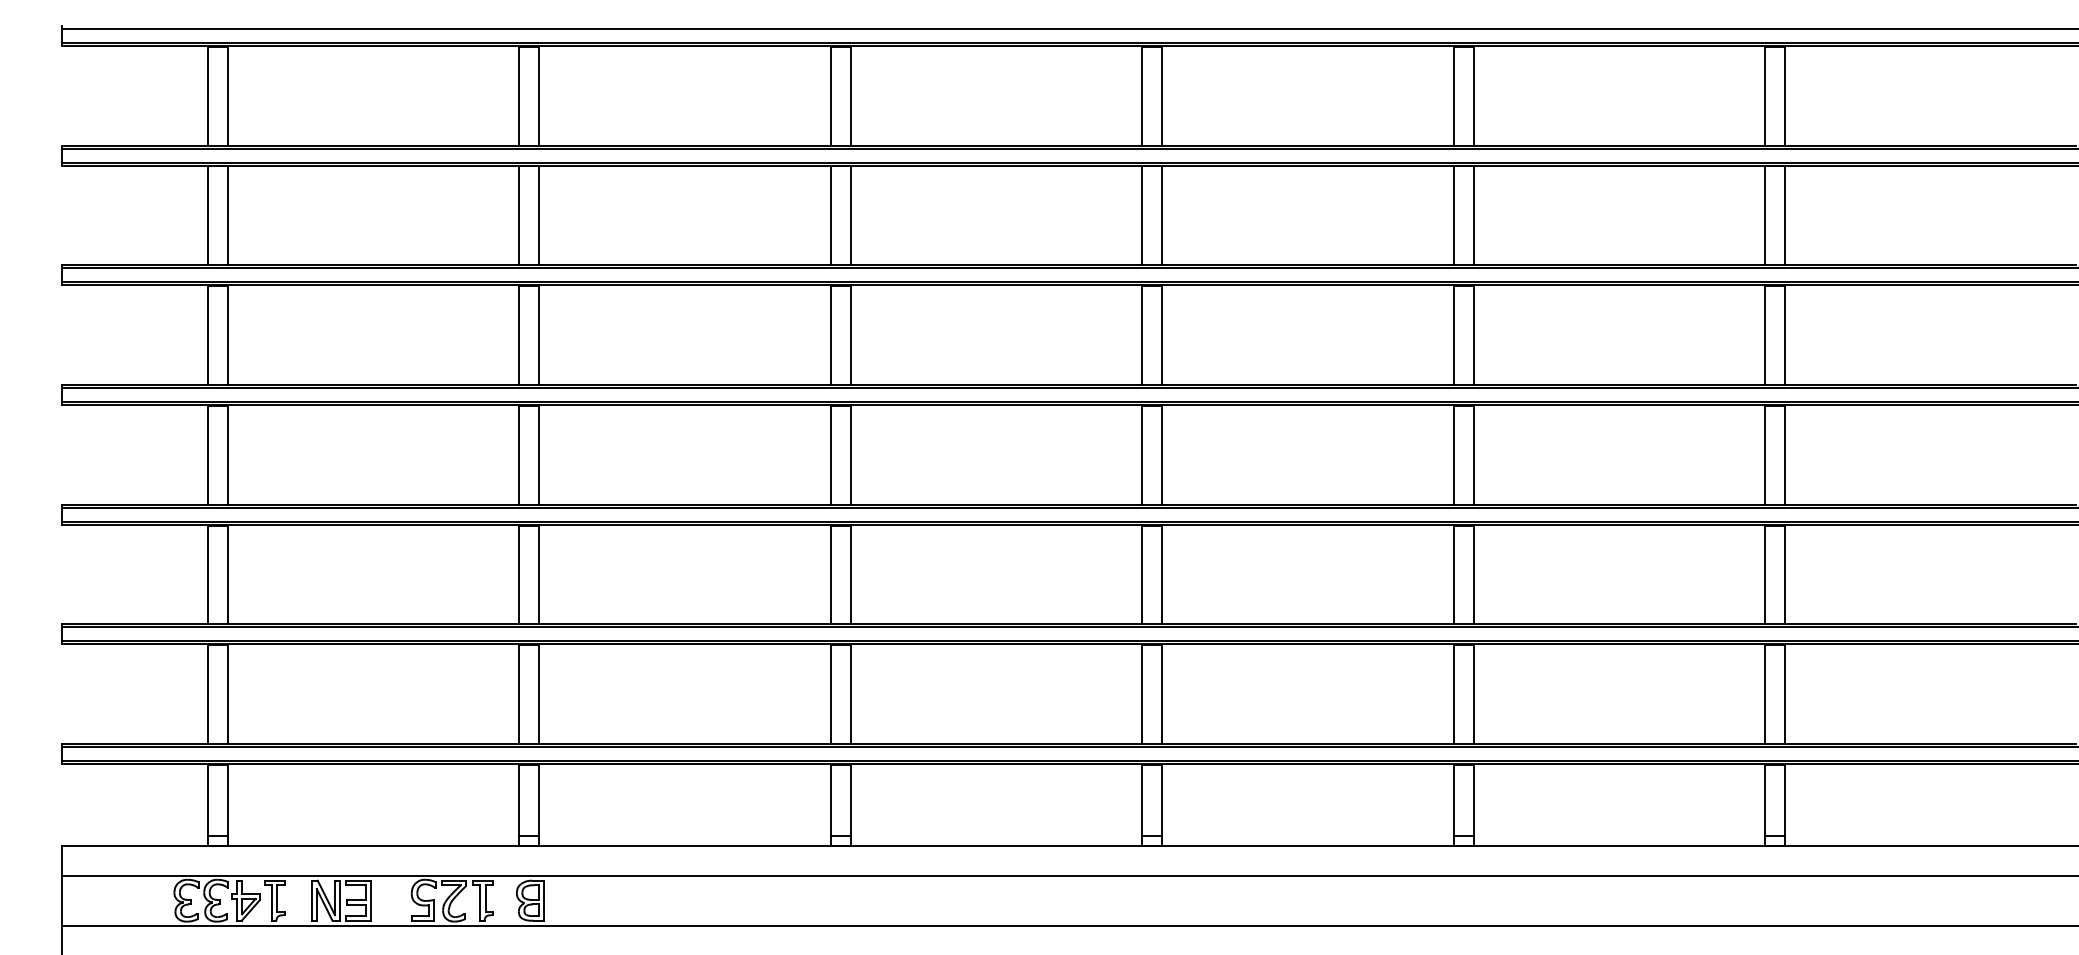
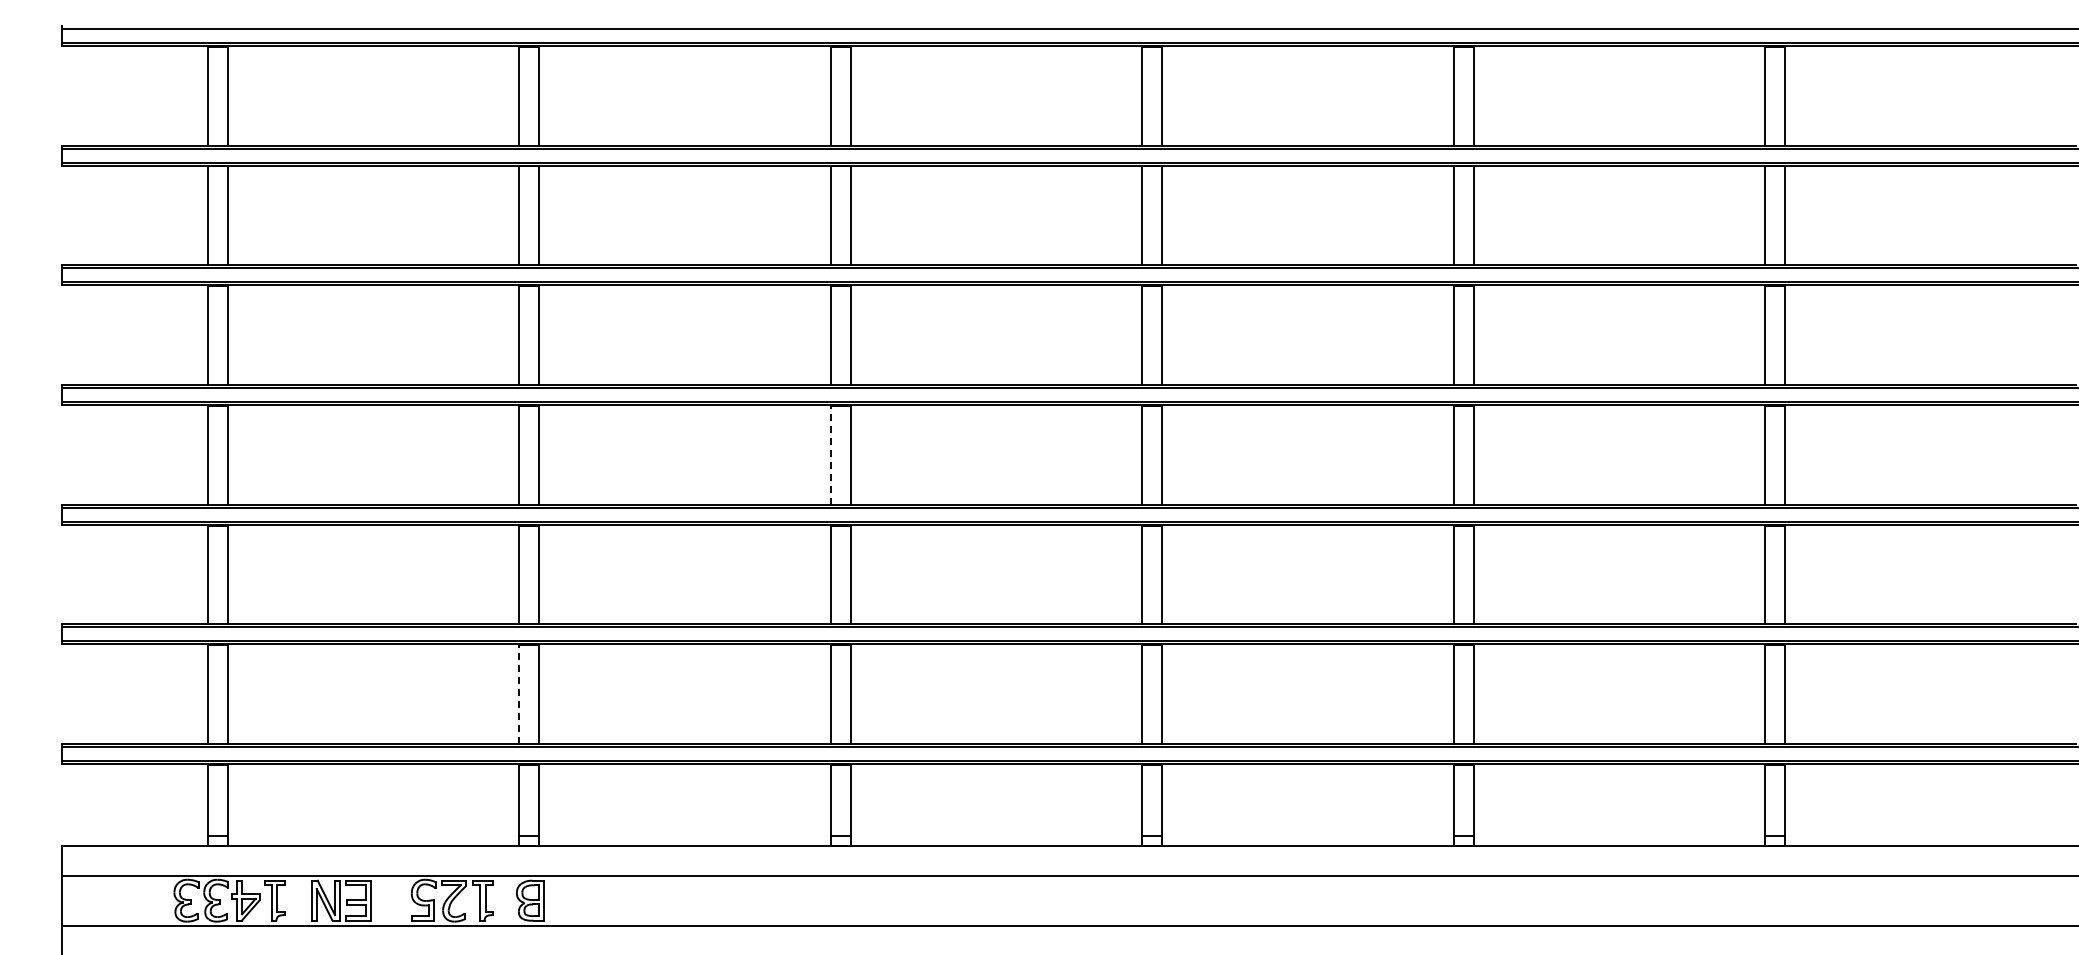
line at (830, 454): solid -> dashed
line at (519, 694): solid -> dashed
